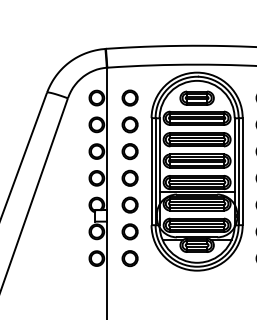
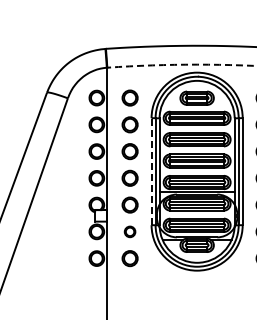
arc at (181, 64): solid -> dashed
line at (151, 171): solid -> dashed
circle at (129, 231) size: 18x18 px -> 14x14 px
